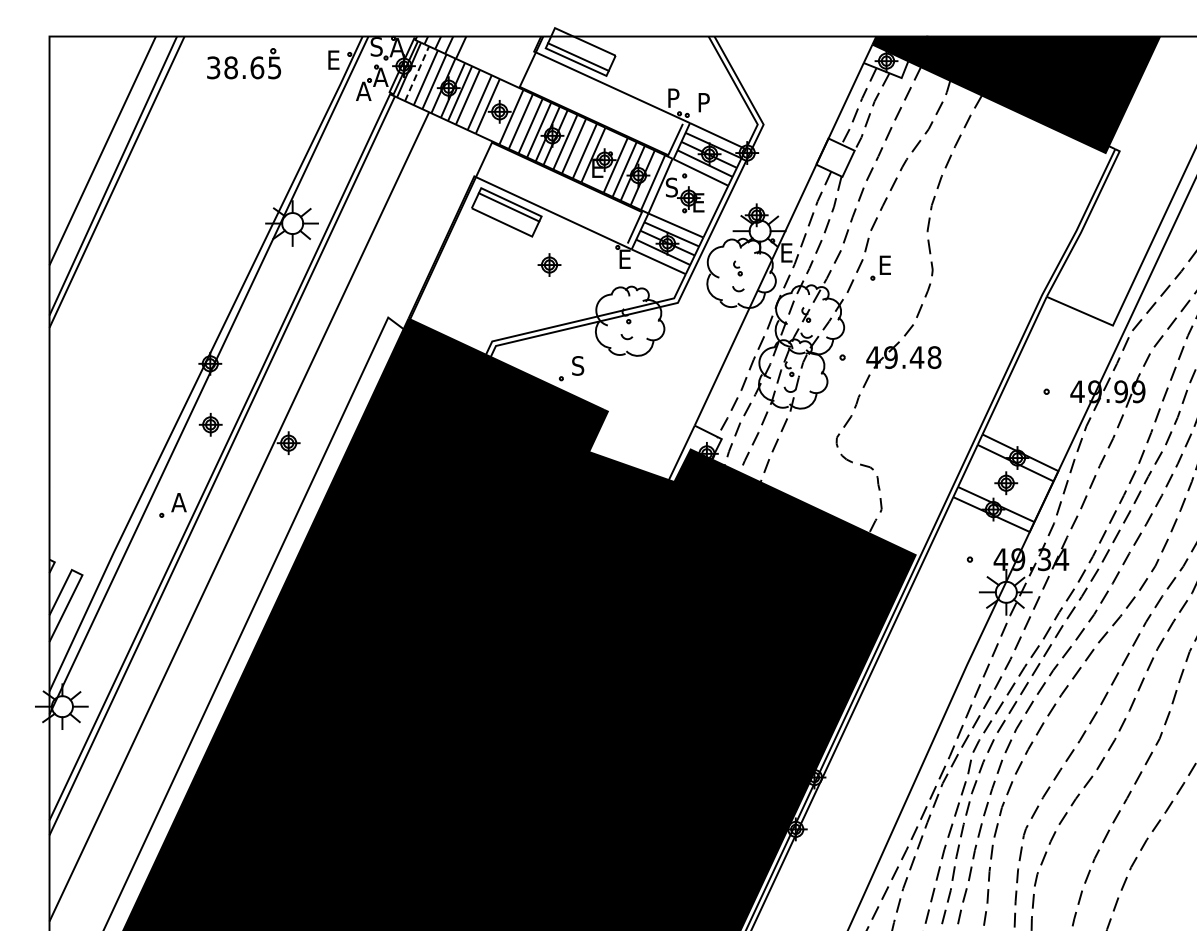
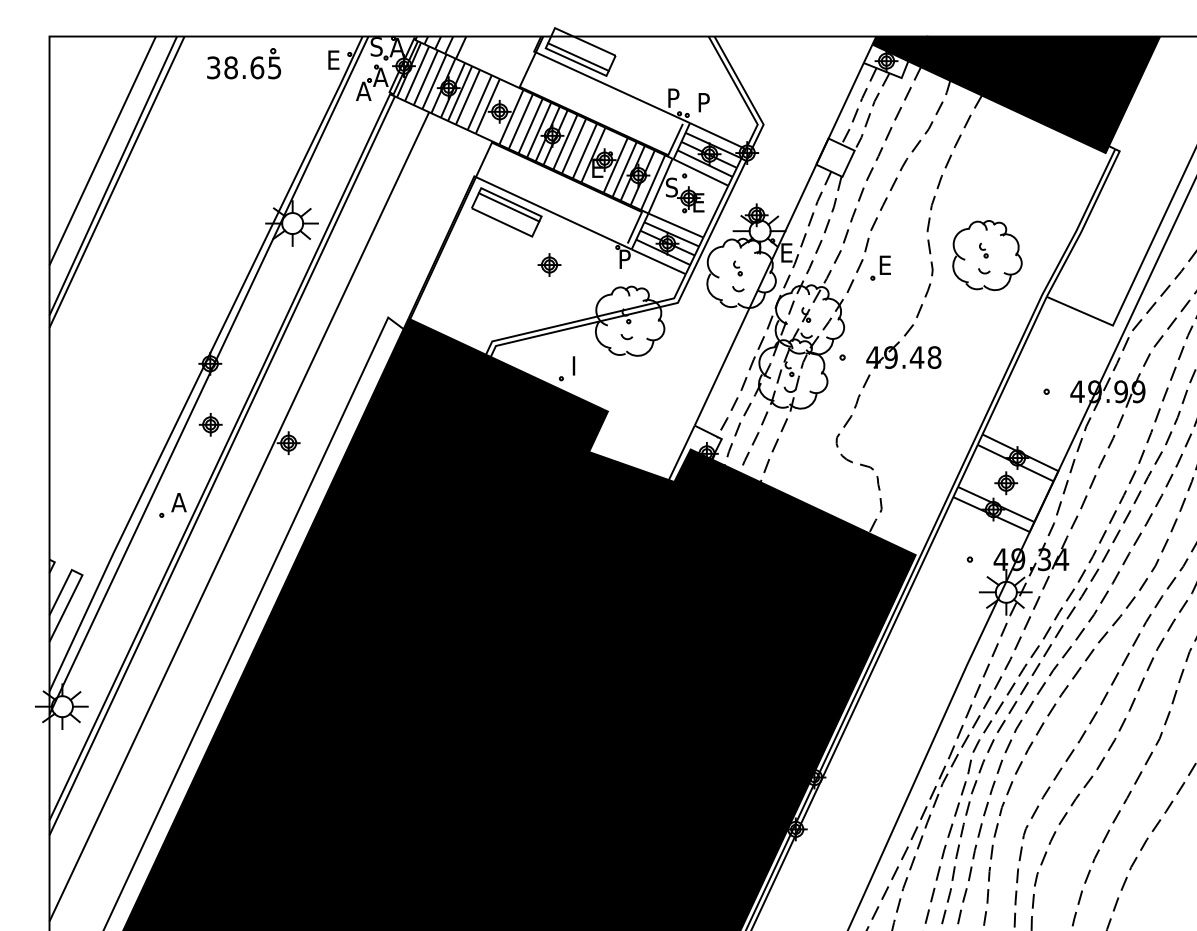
line at (417, 73): dashed -> solid
part at (987, 255): none -> present
text at (626, 258): E -> P
text at (578, 365): S -> I
